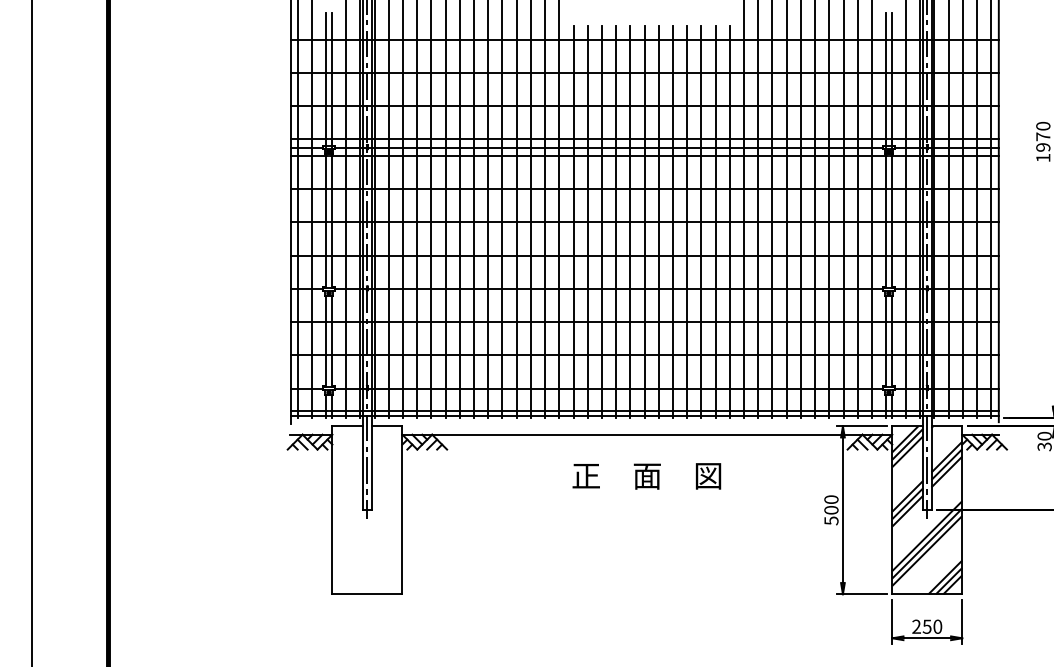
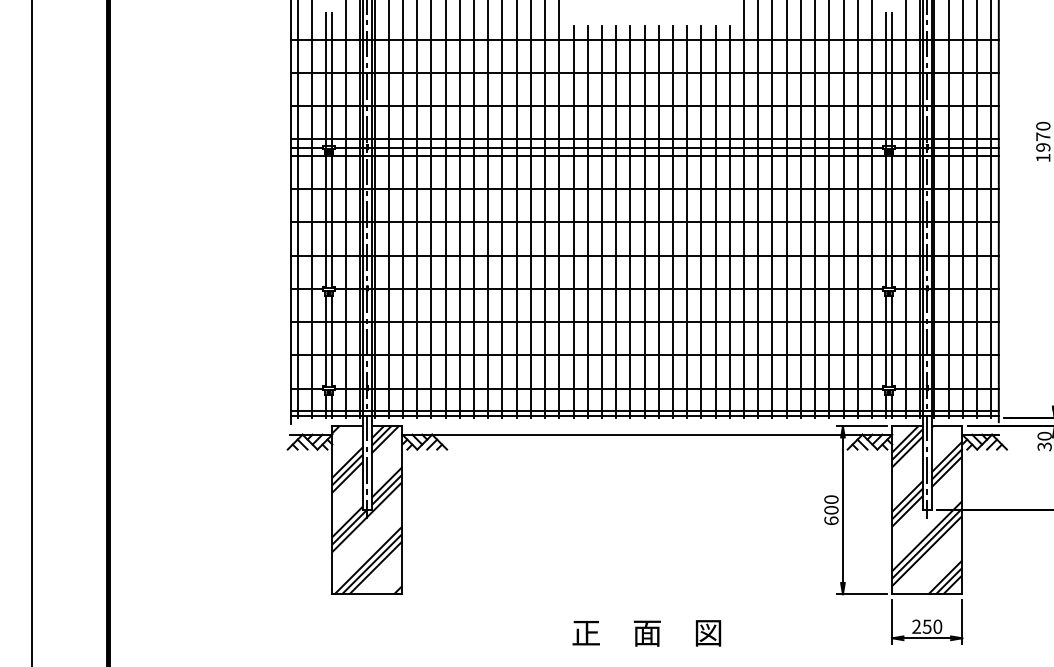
text at (646, 476) position: (646, 476) -> (646, 633)
hatch at (367, 510): none -> present
text at (831, 520): 500 -> 600
